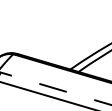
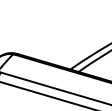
line at (56, 88): dashed -> solid
